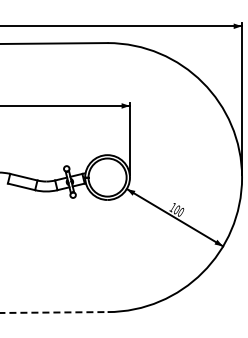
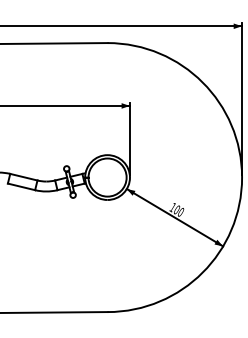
line at (54, 312): dashed -> solid
